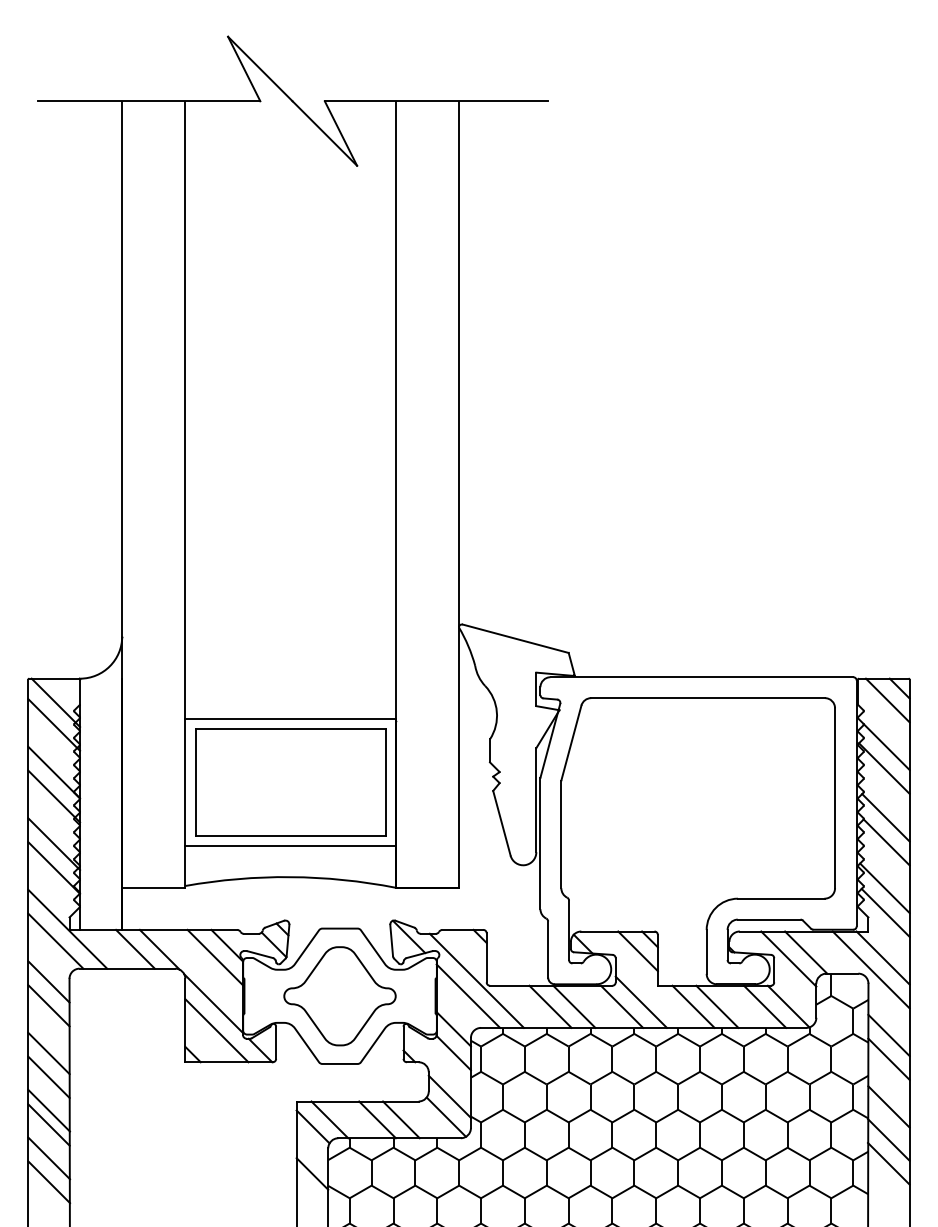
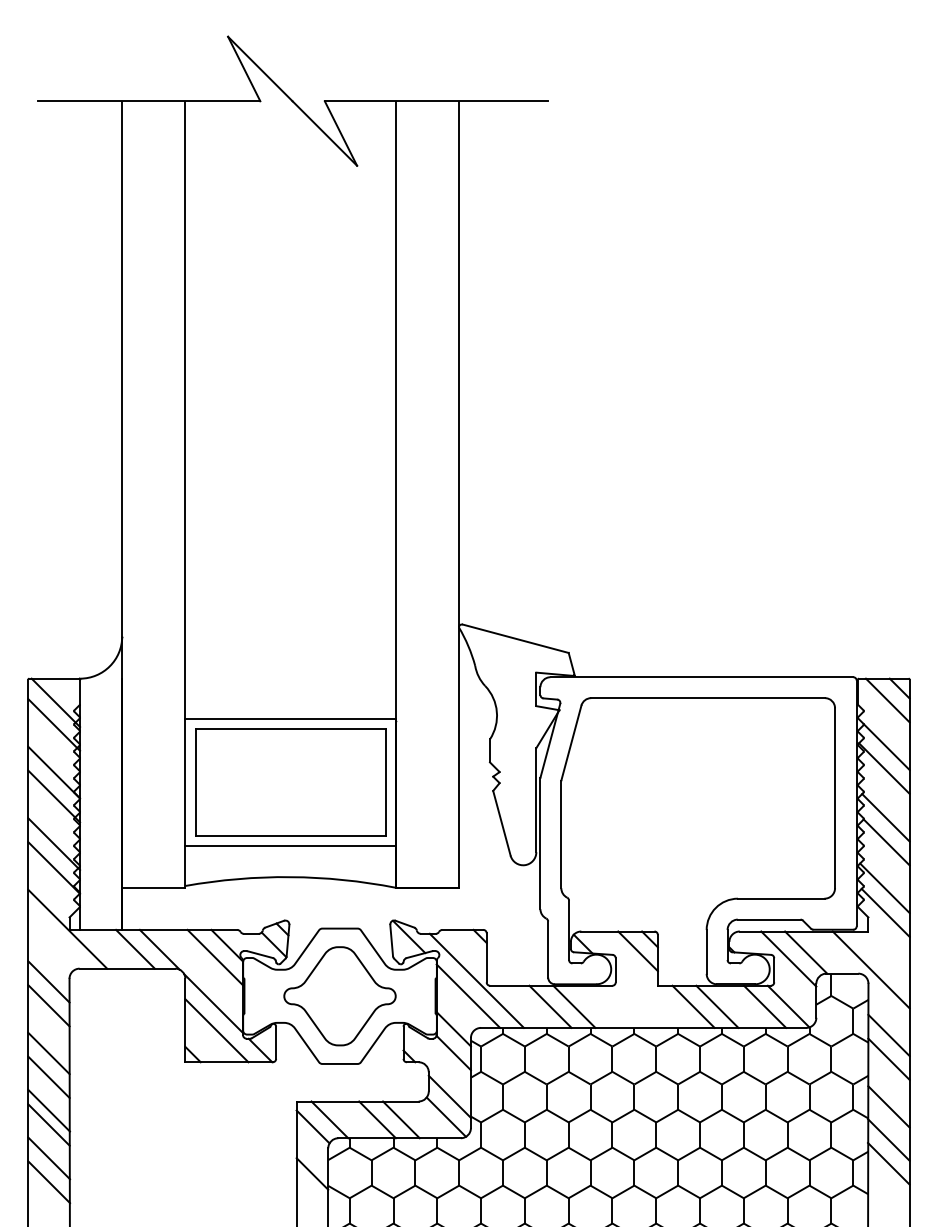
line at (55, 940): present -> none
line at (882, 957): present -> none
line at (640, 1001): present -> none
line at (621, 1006): present -> none
